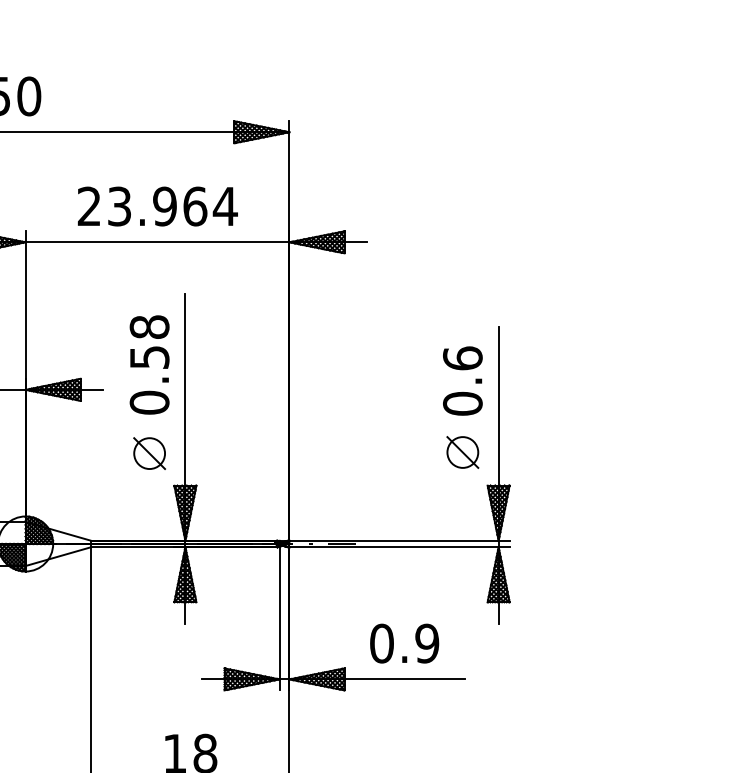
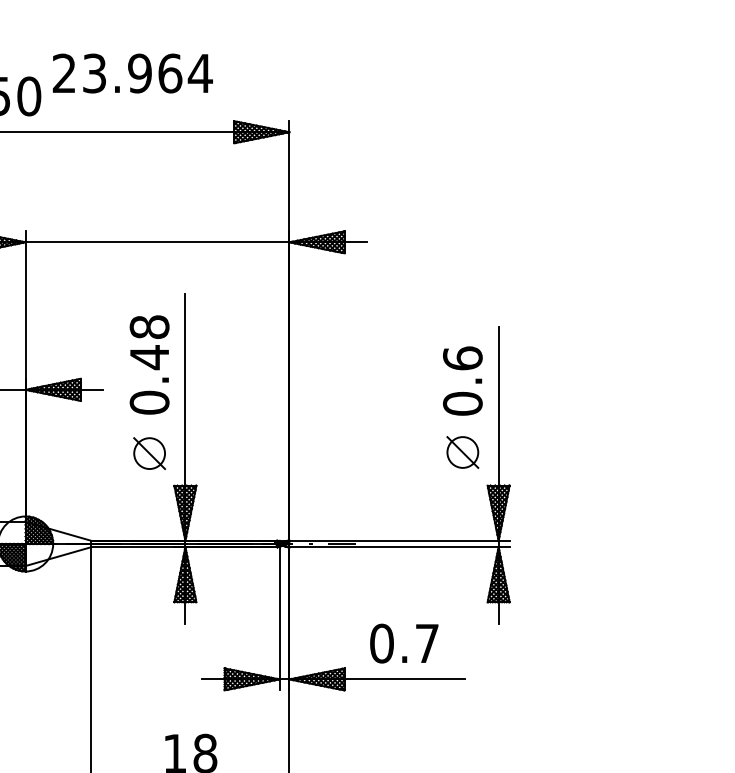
text at (157, 206) position: (157, 206) -> (132, 73)
text at (149, 357): 0.58 -> 0.48
text at (427, 643): 0.9 -> 0.7
